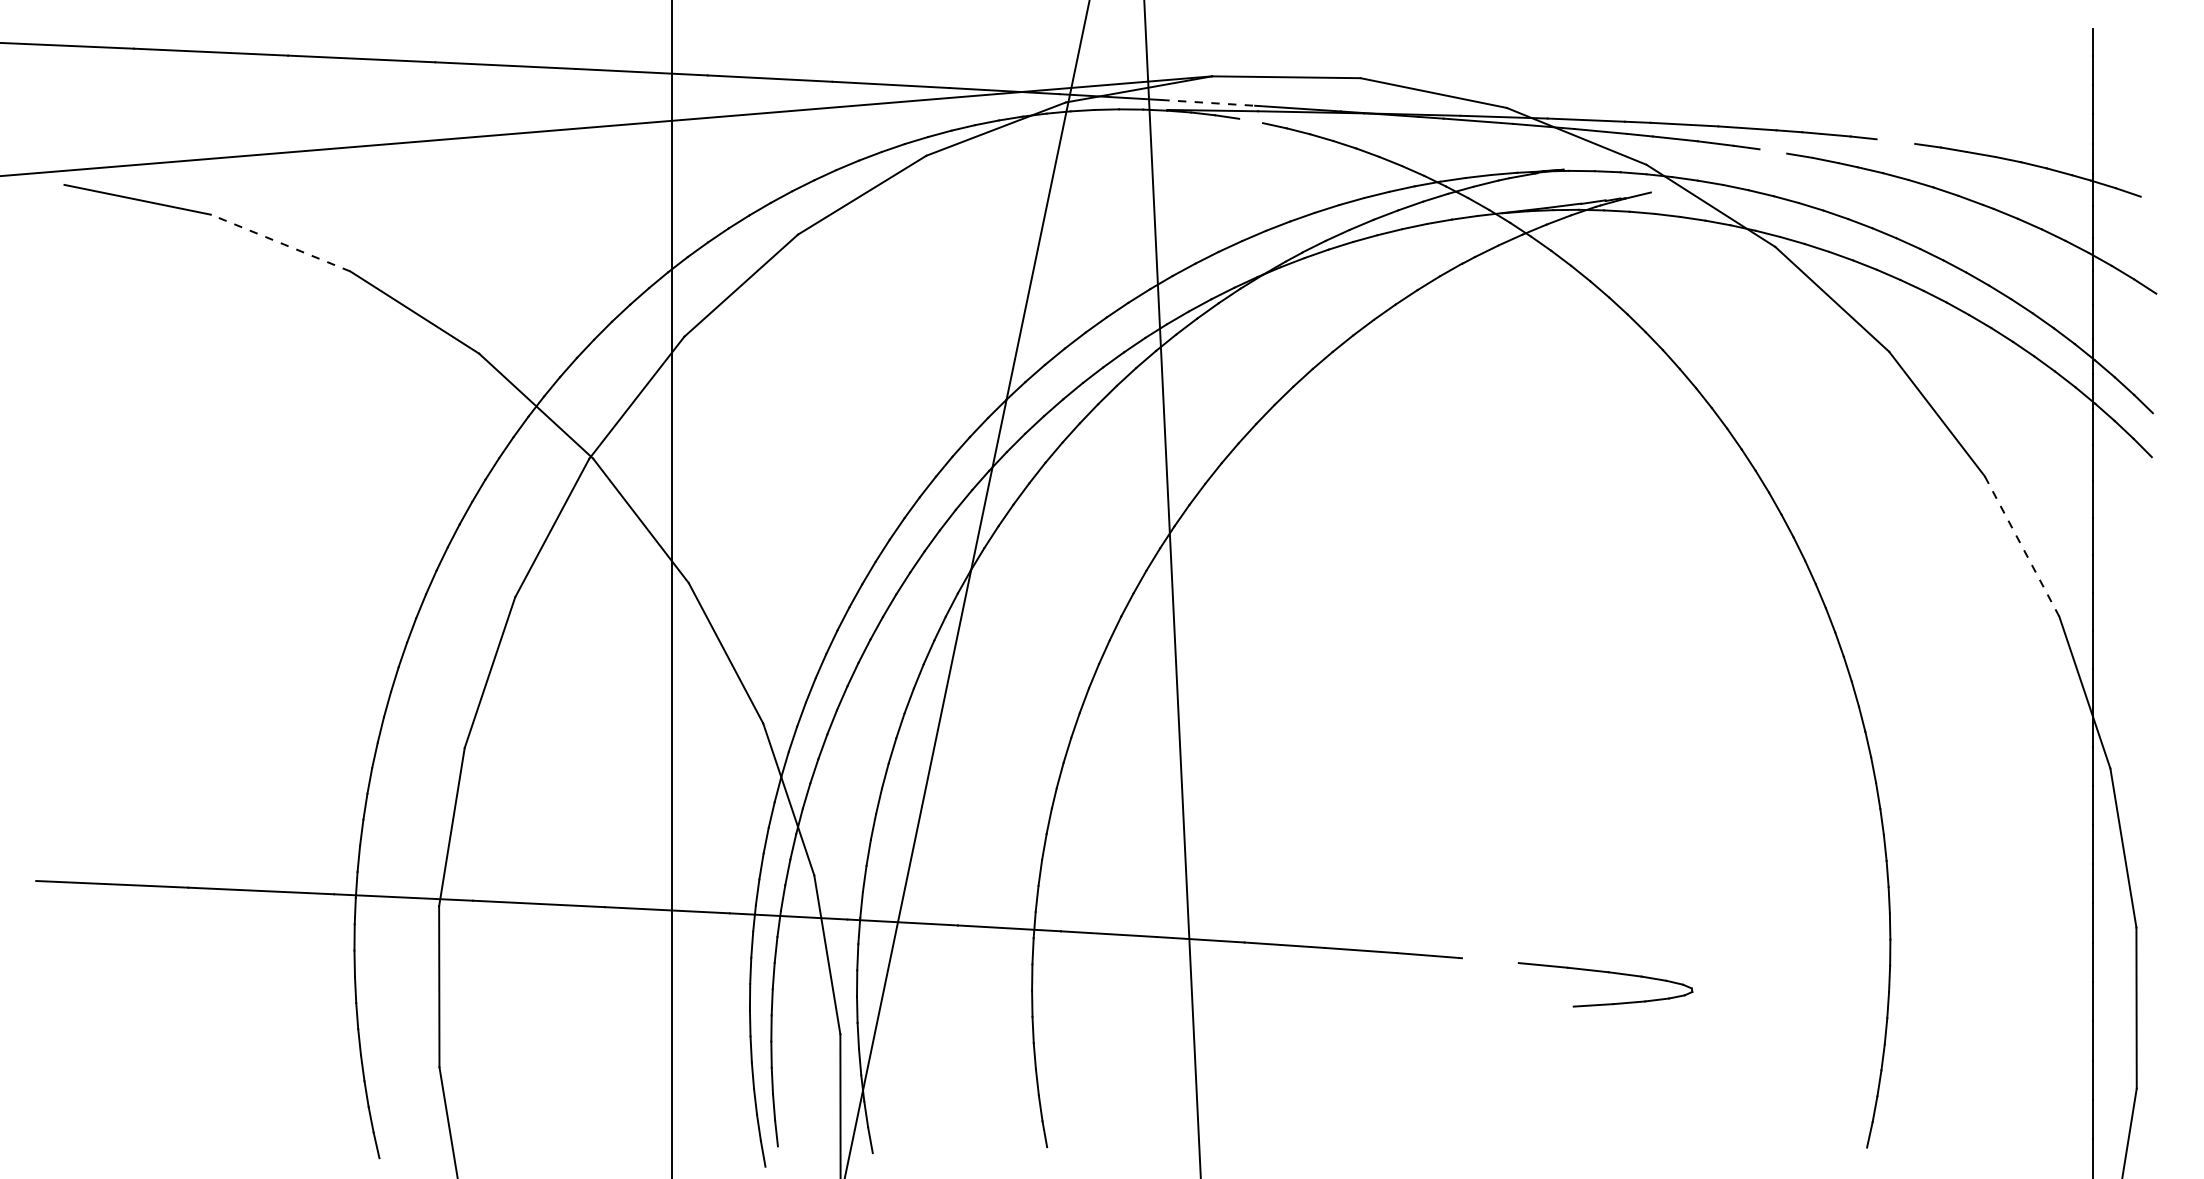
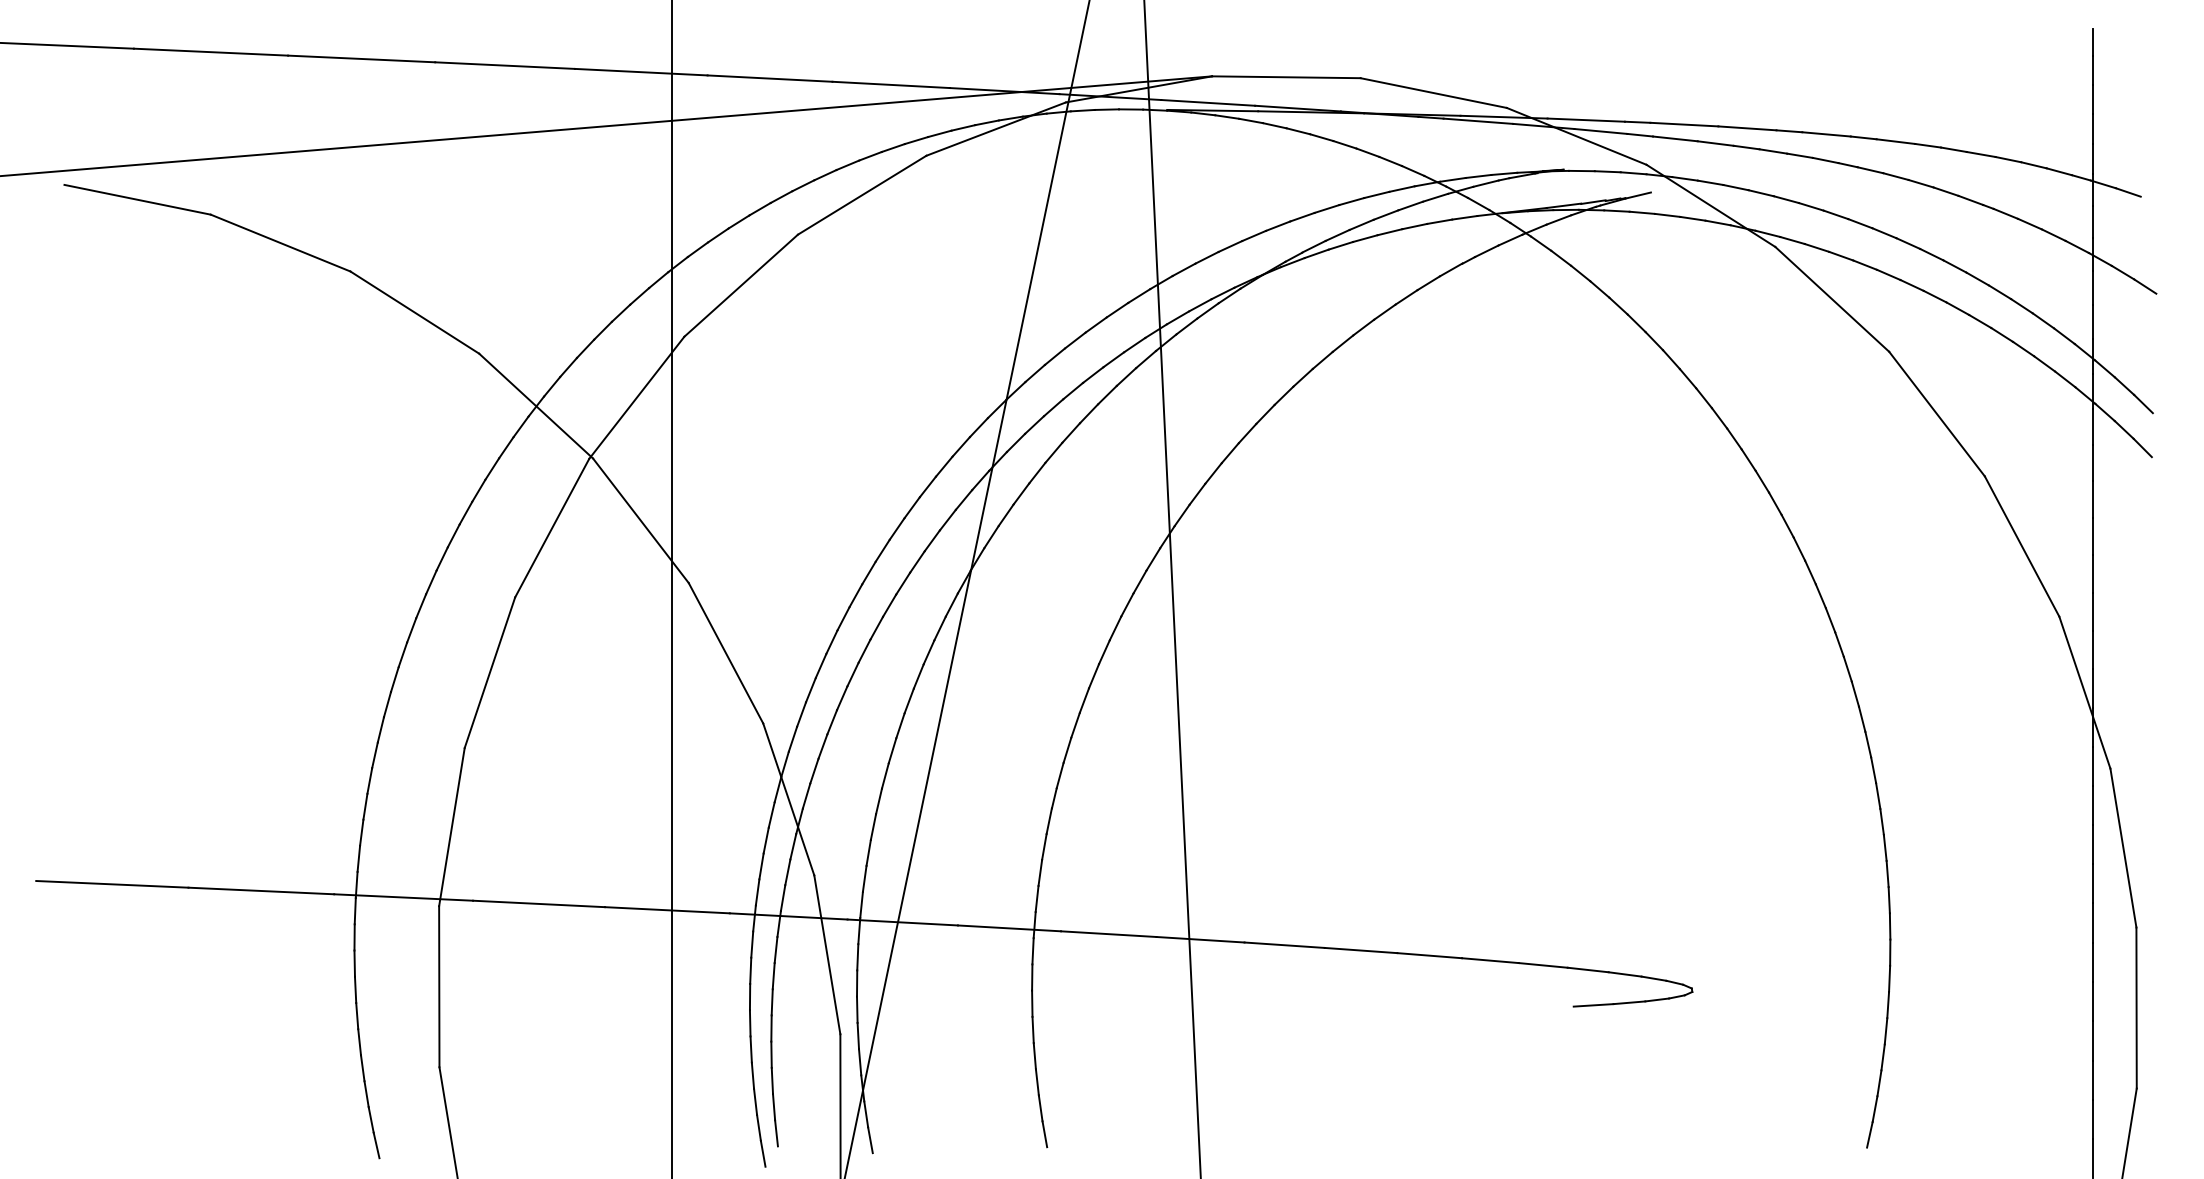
line at (1208, 102): dashed -> solid
line at (1251, 120): none -> present
line at (1895, 141): none -> present
line at (1773, 151): none -> present
line at (280, 242): dashed -> solid
line at (2021, 546): dashed -> solid
line at (1489, 960): none -> present
